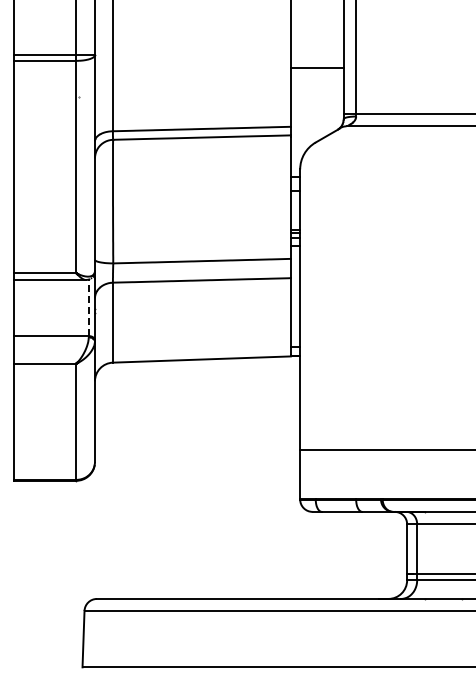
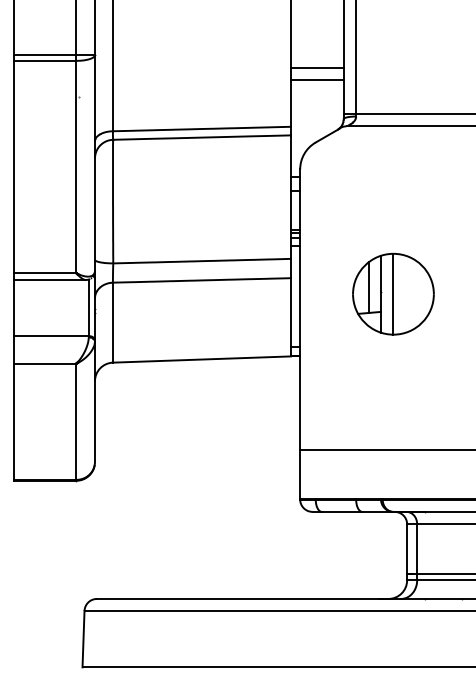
line at (316, 79): none -> present
part at (393, 293): none -> present
line at (88, 307): dashed -> solid
